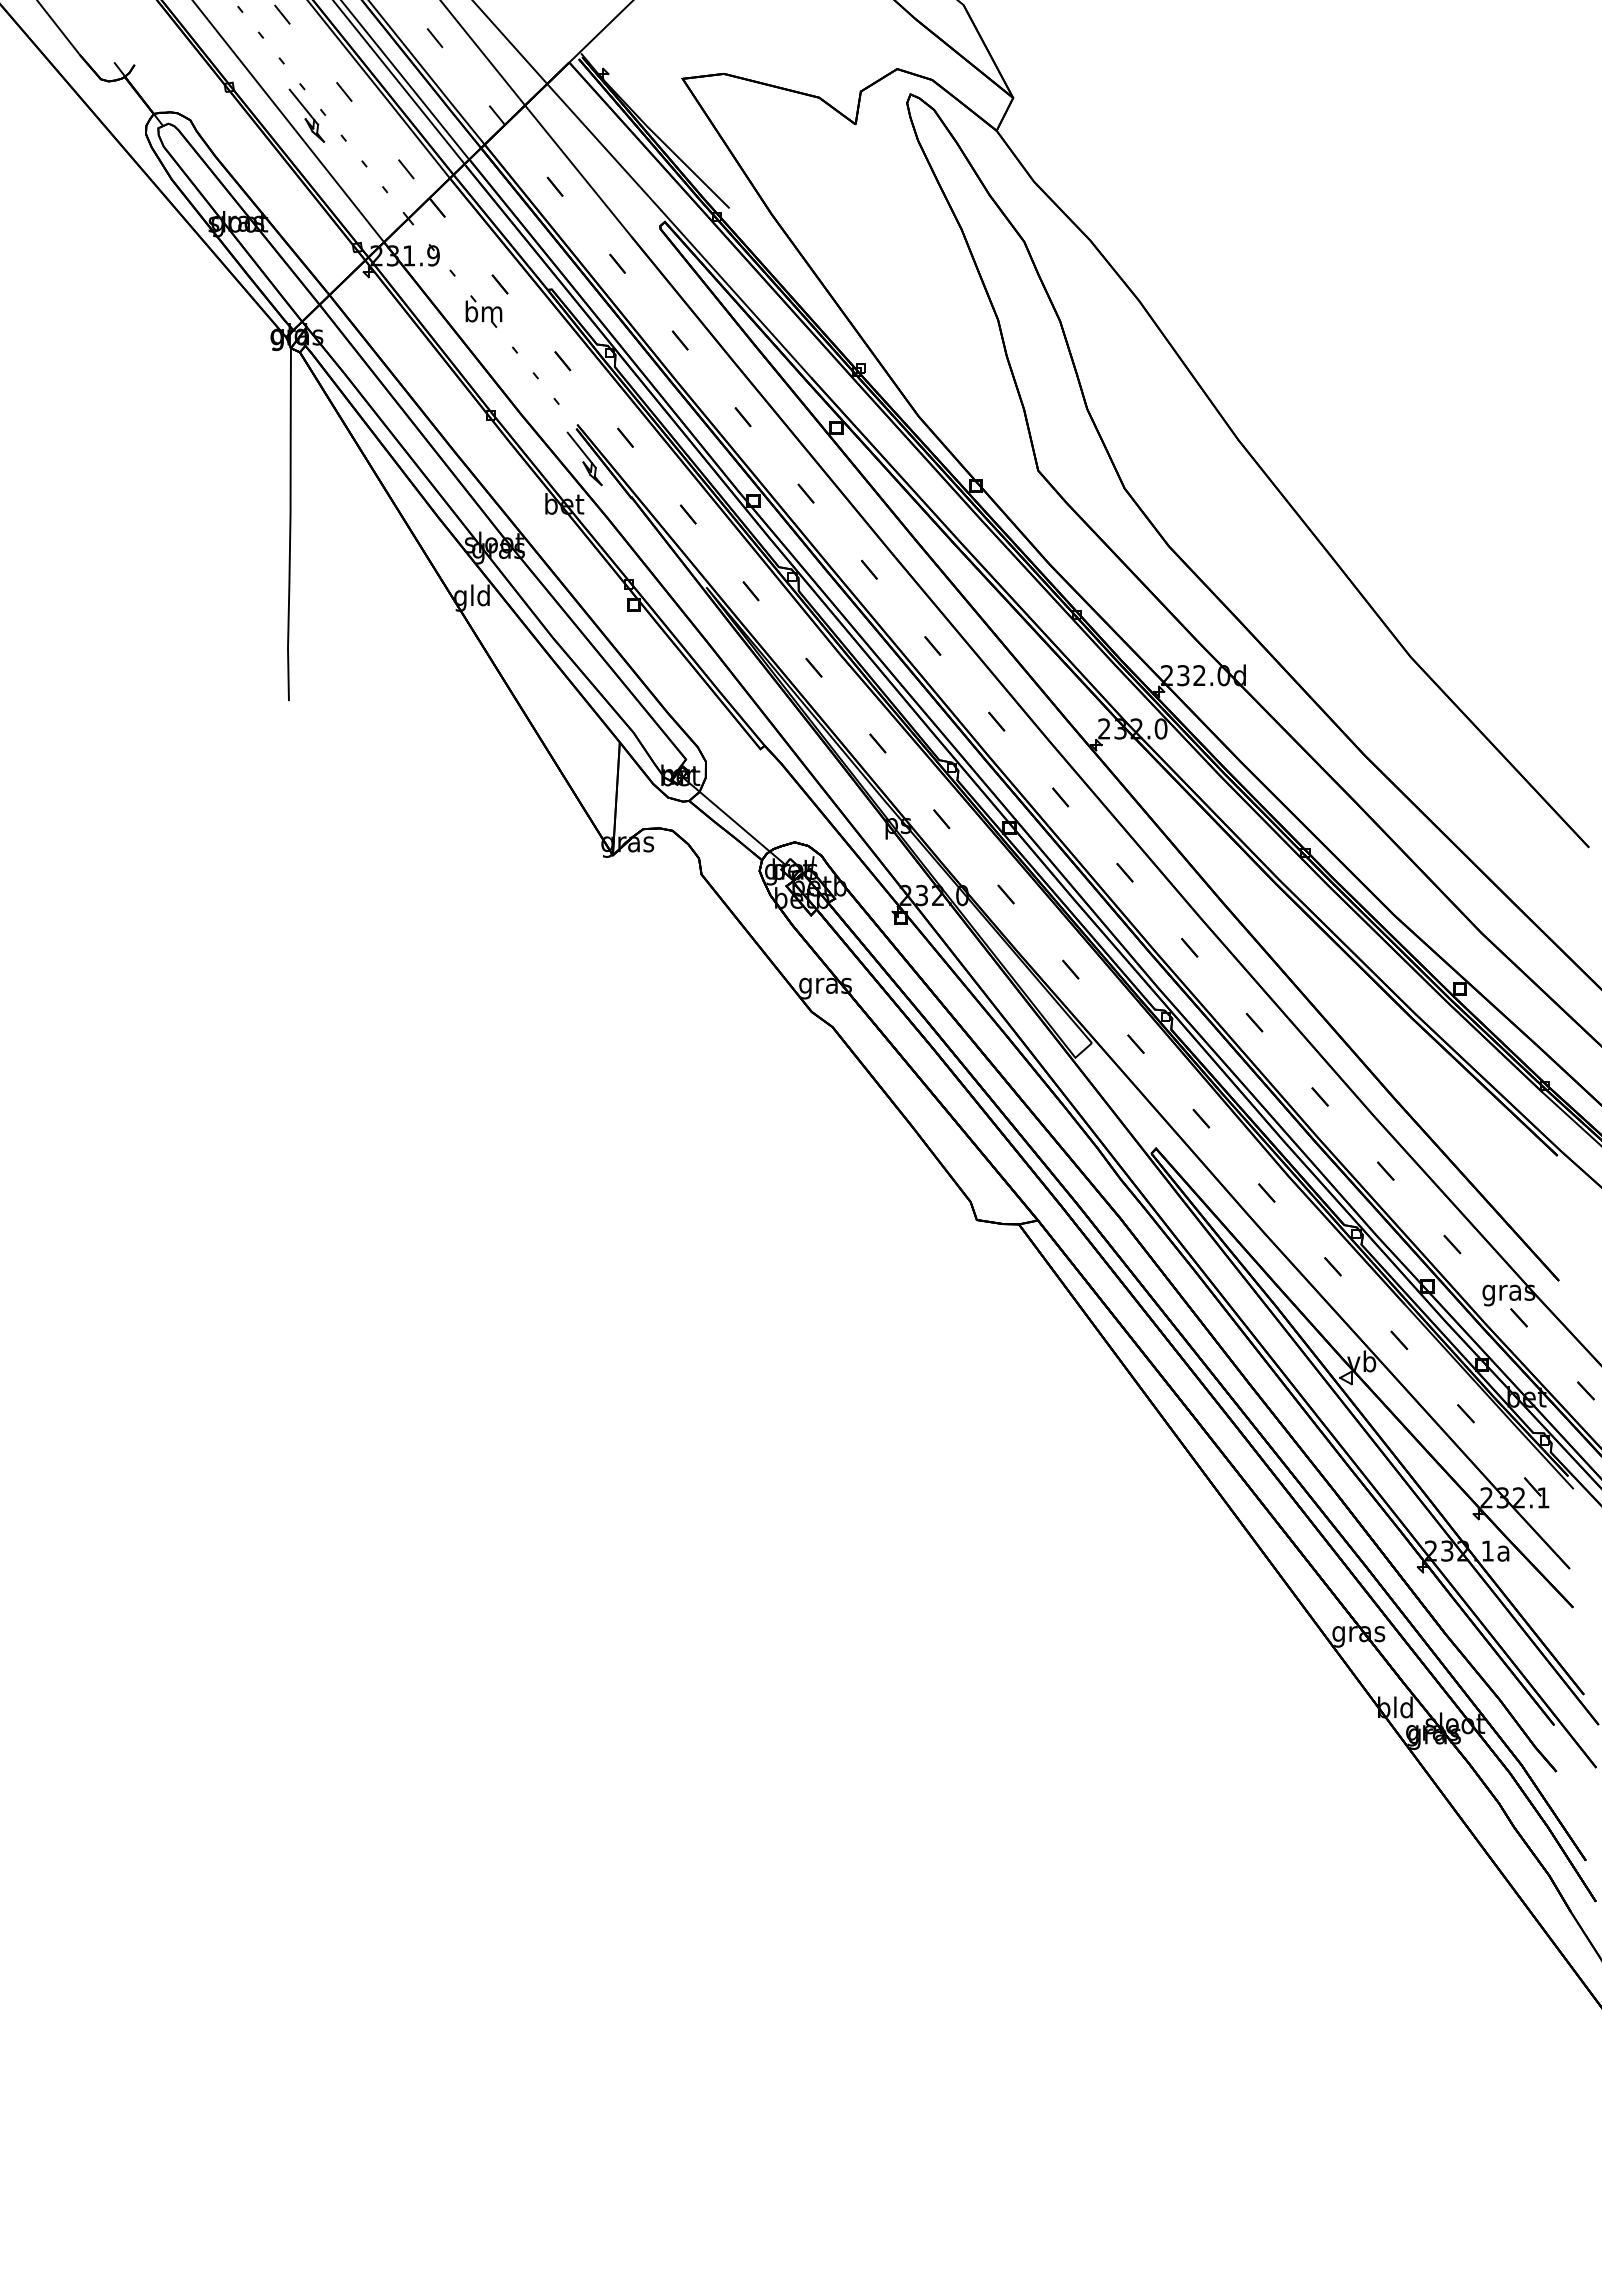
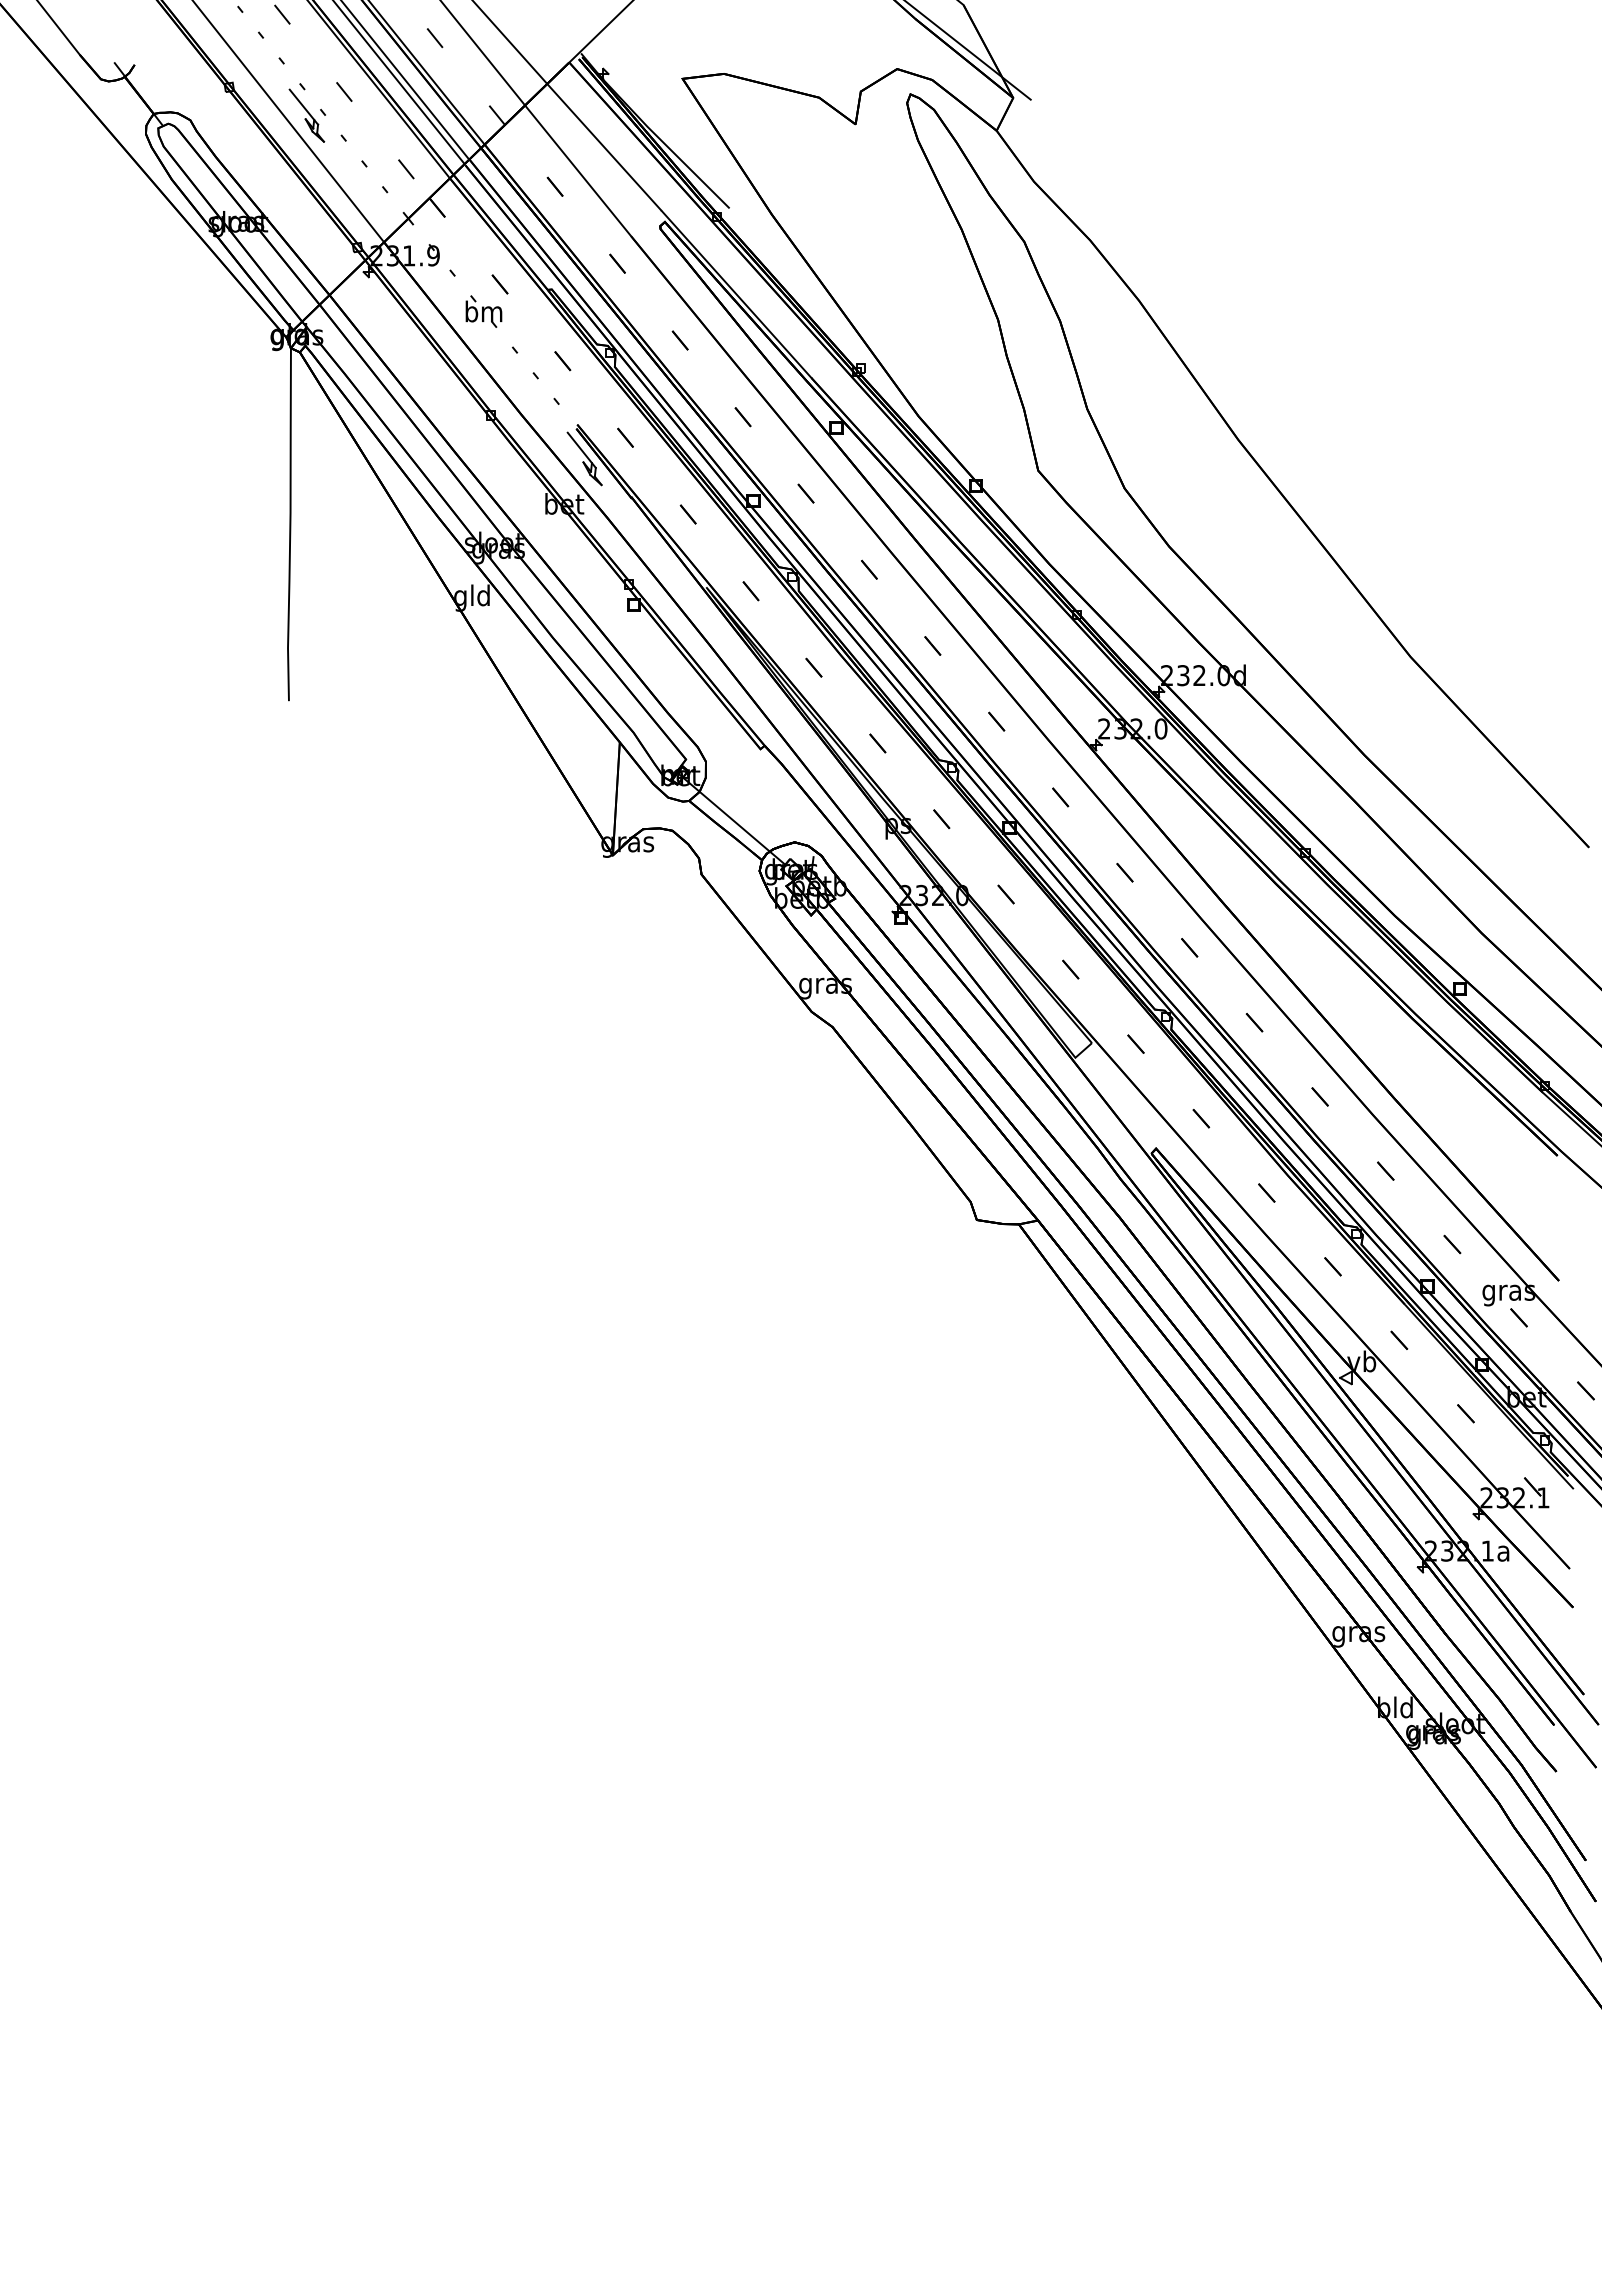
line at (968, 50): none -> present
